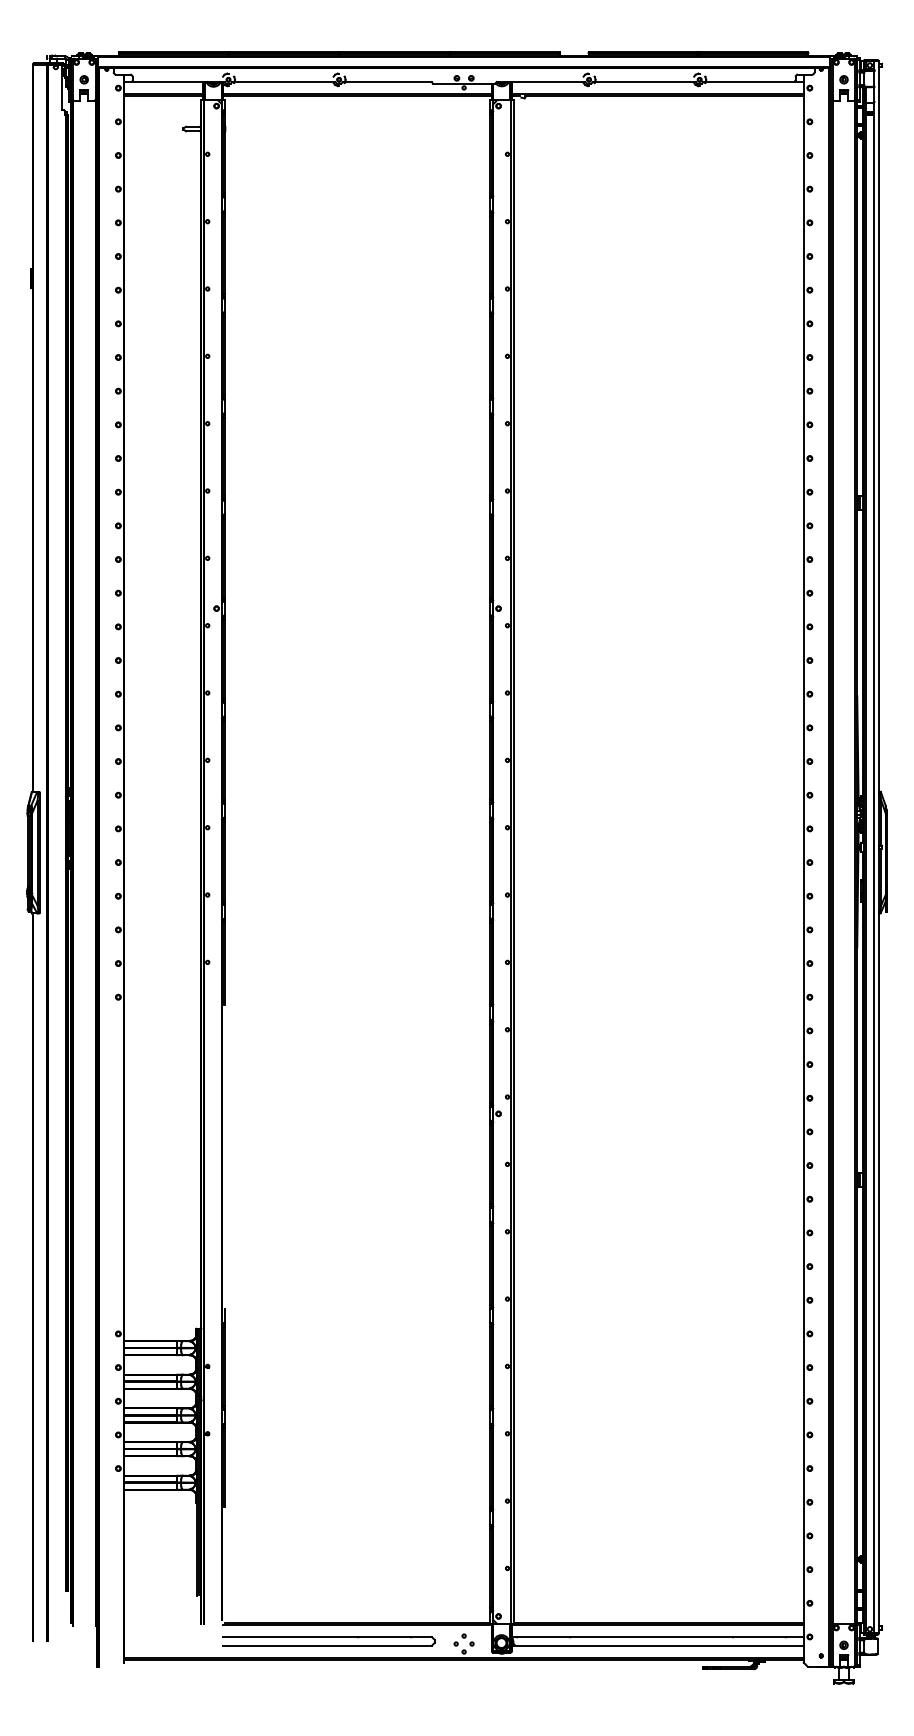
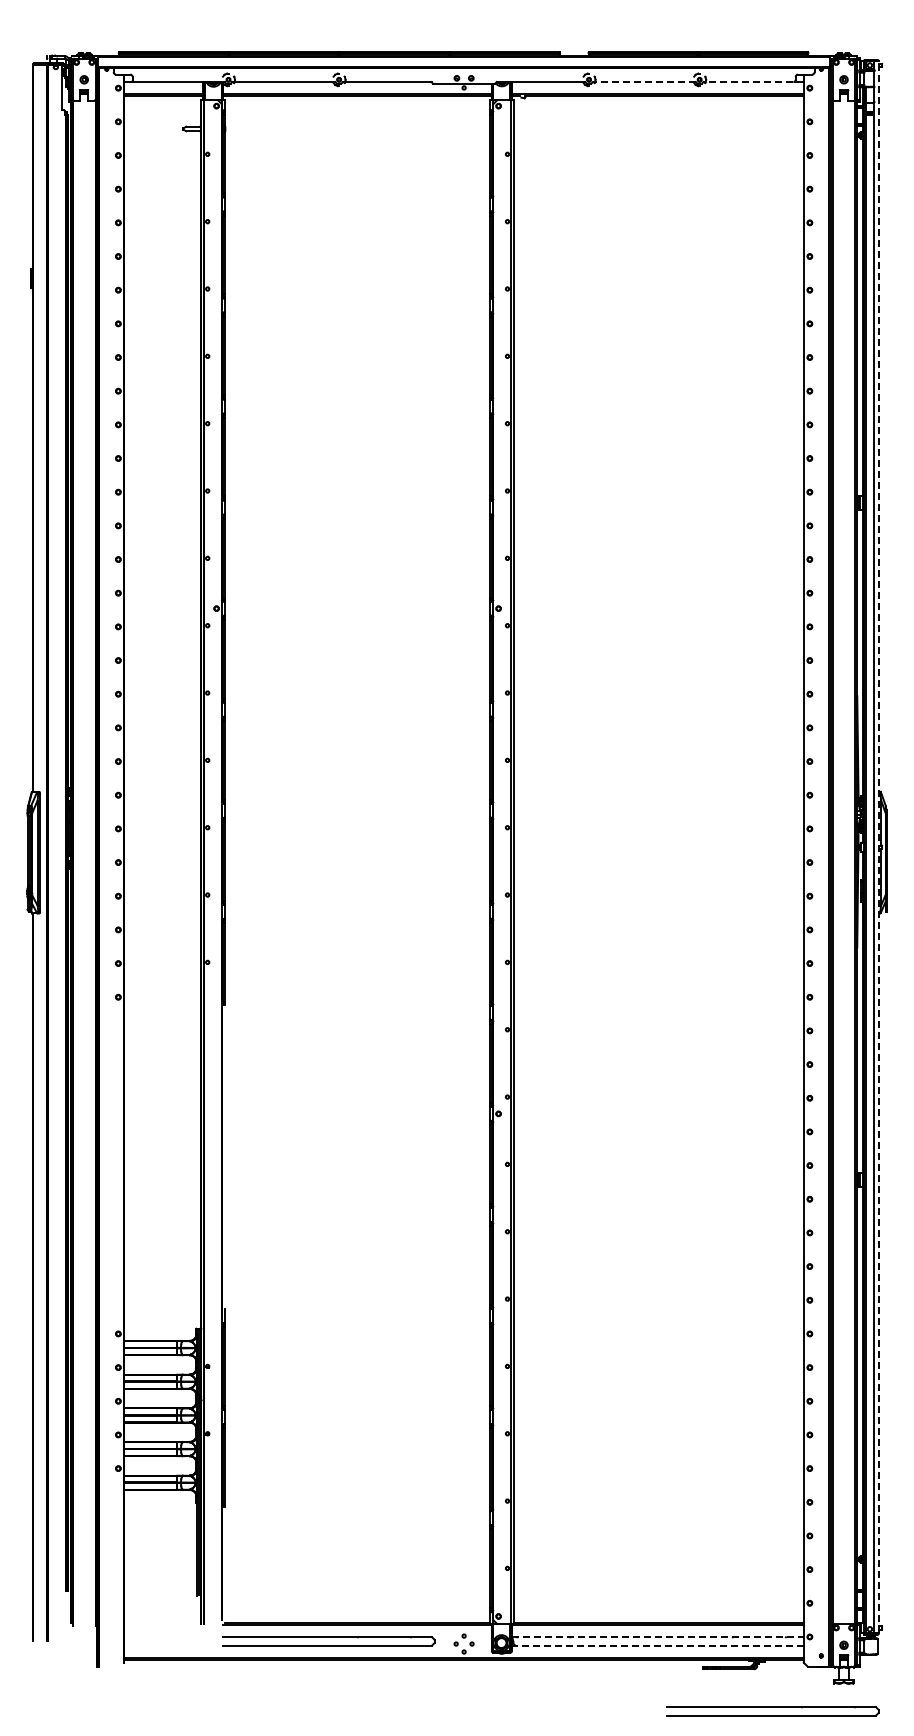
line at (644, 82): solid -> dashed
line at (748, 82): solid -> dashed
line at (878, 846): solid -> dashed
line at (657, 1637): solid -> dashed
line at (657, 1645): solid -> dashed
part at (772, 1711): none -> present
